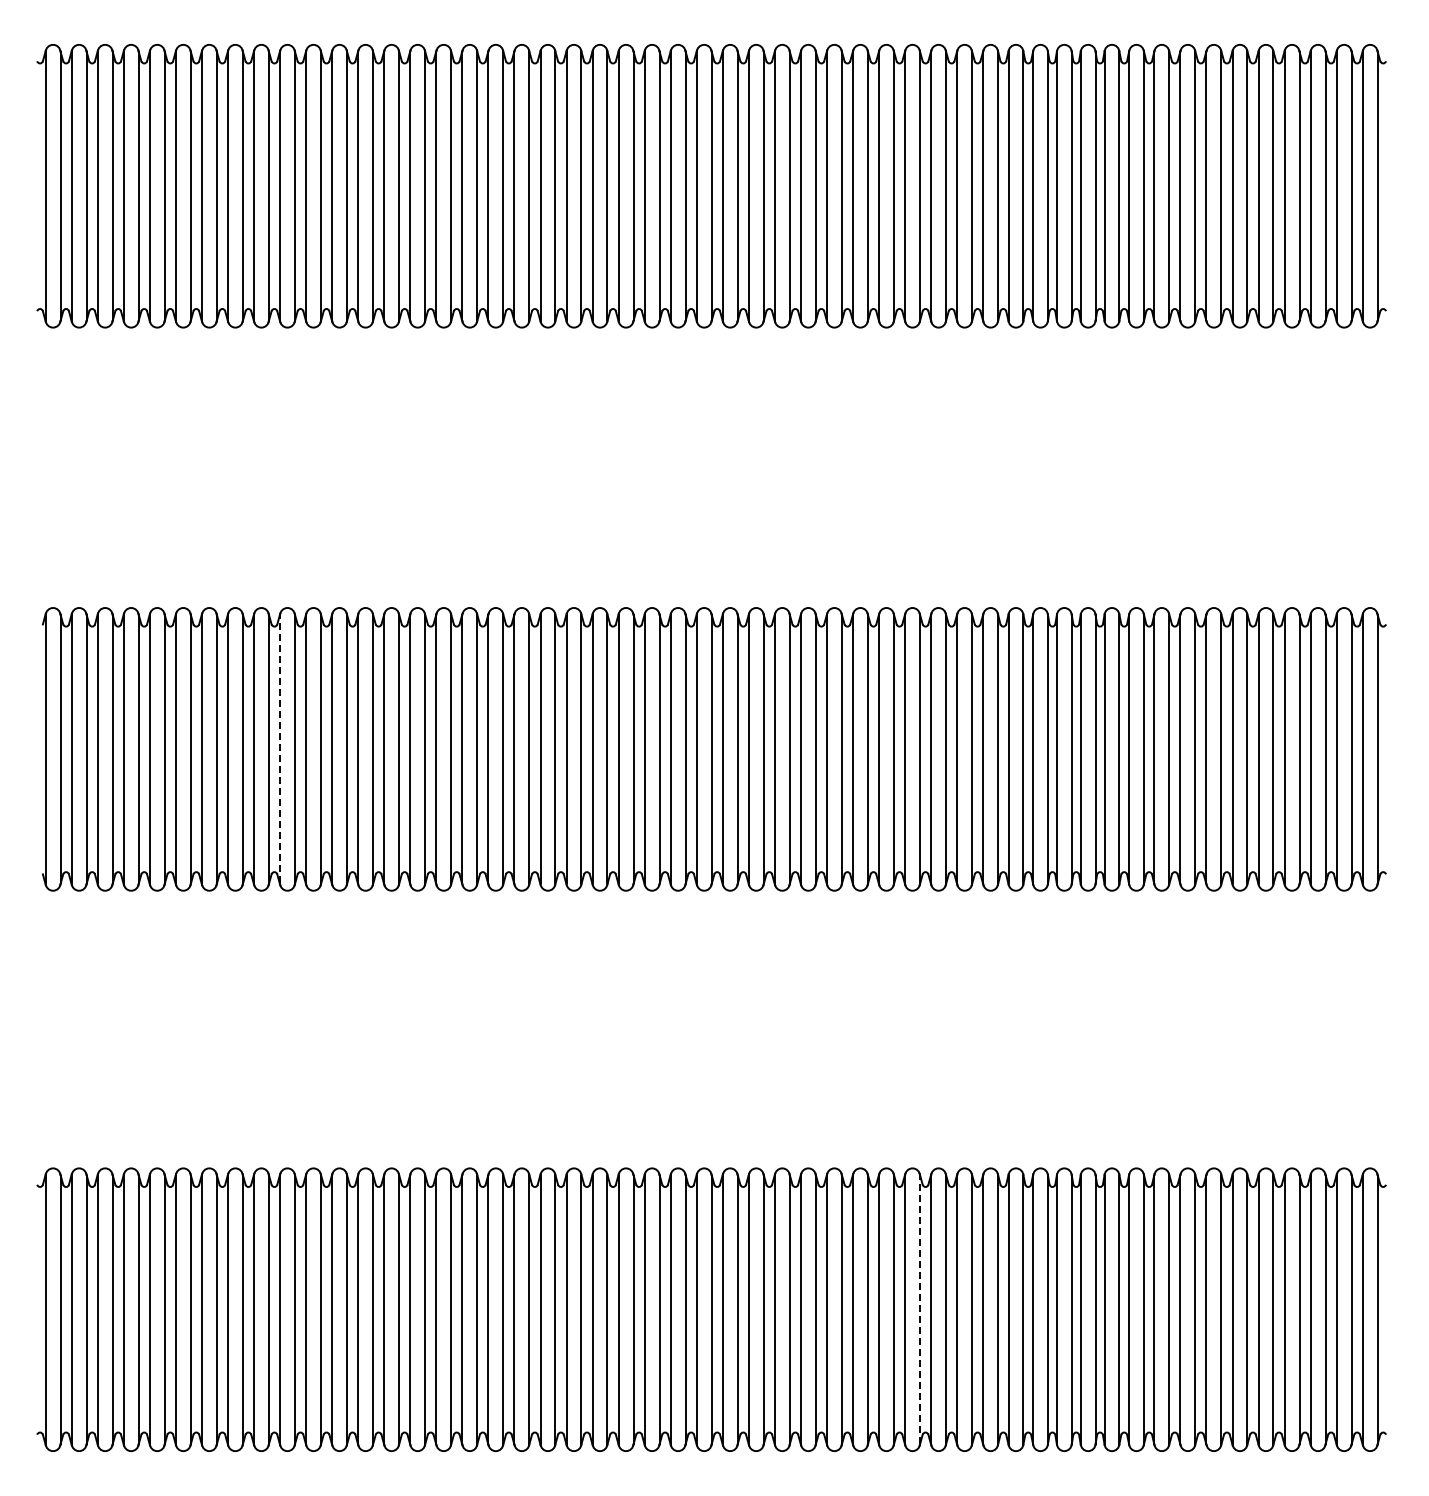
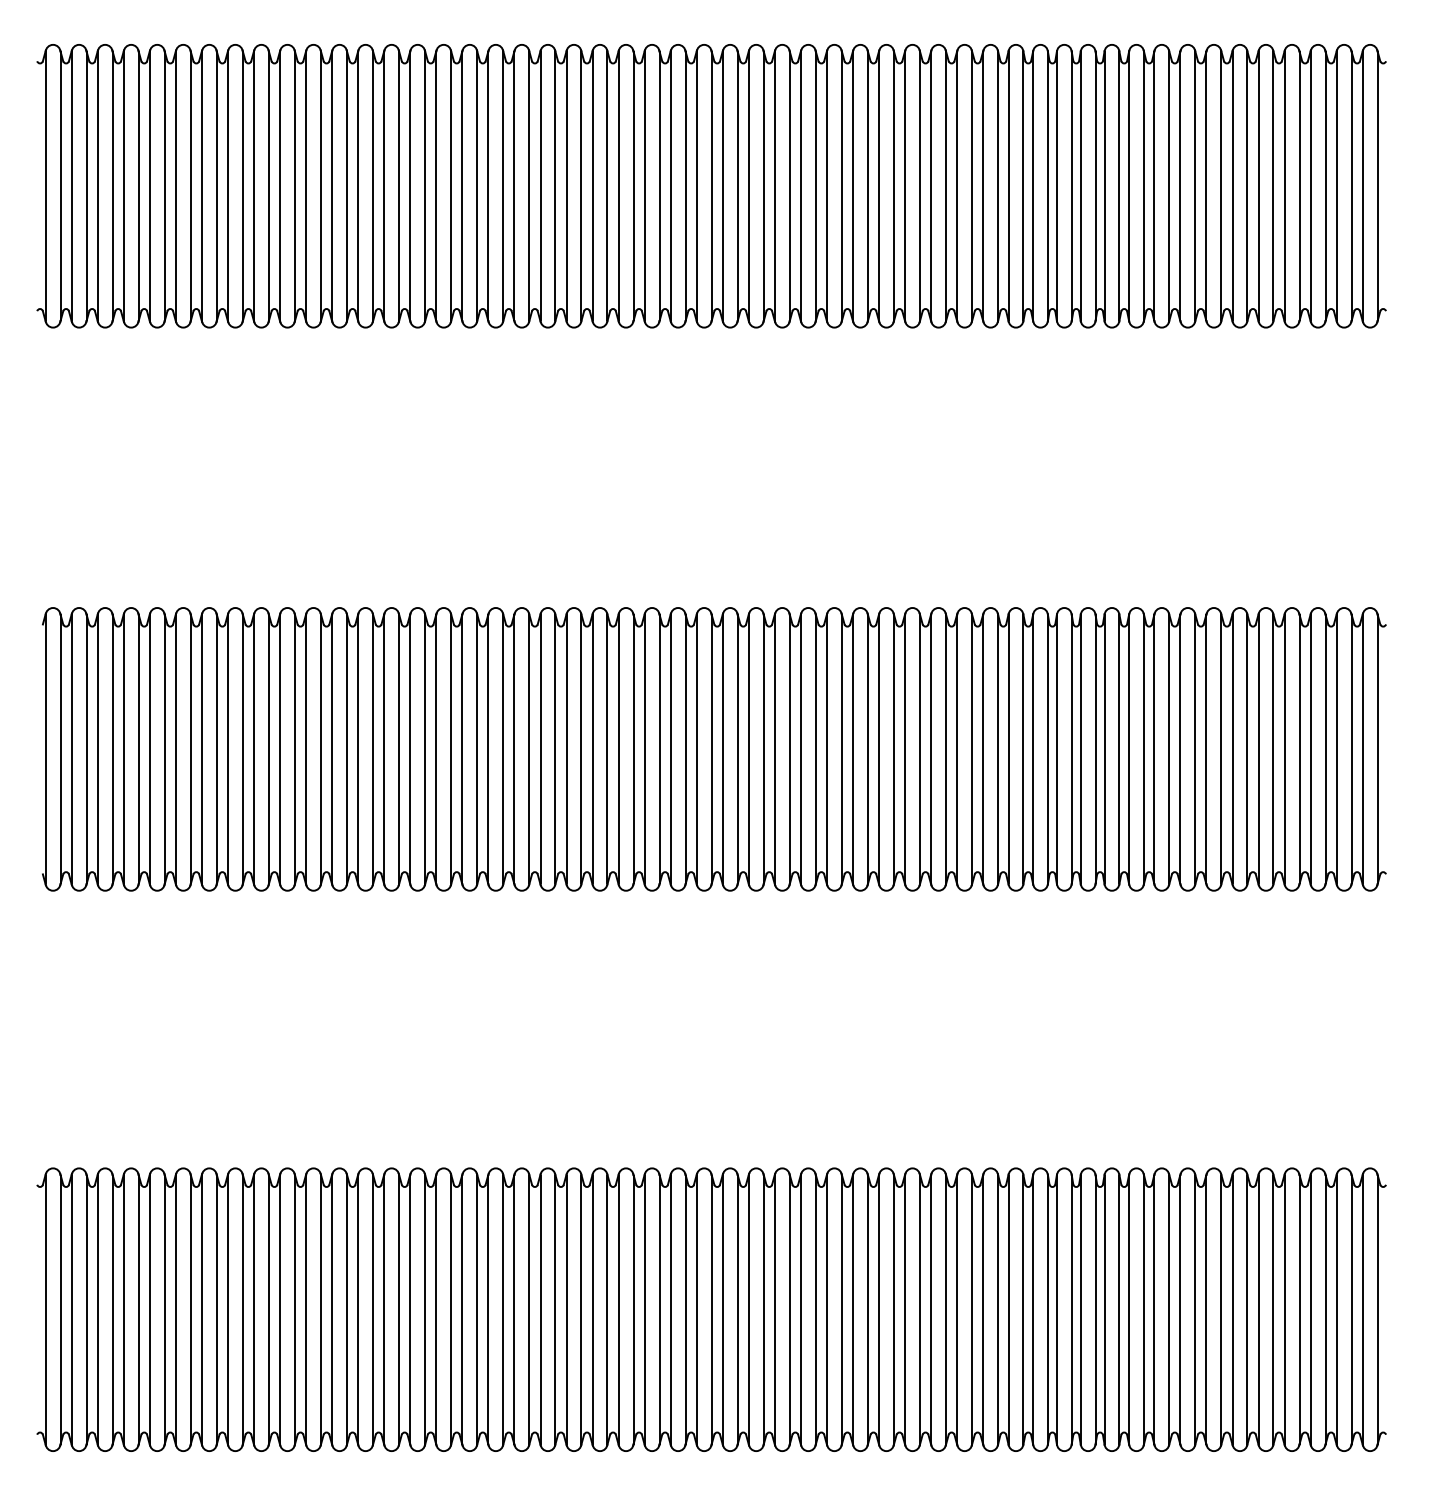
line at (280, 749): dashed -> solid
line at (920, 1309): dashed -> solid
